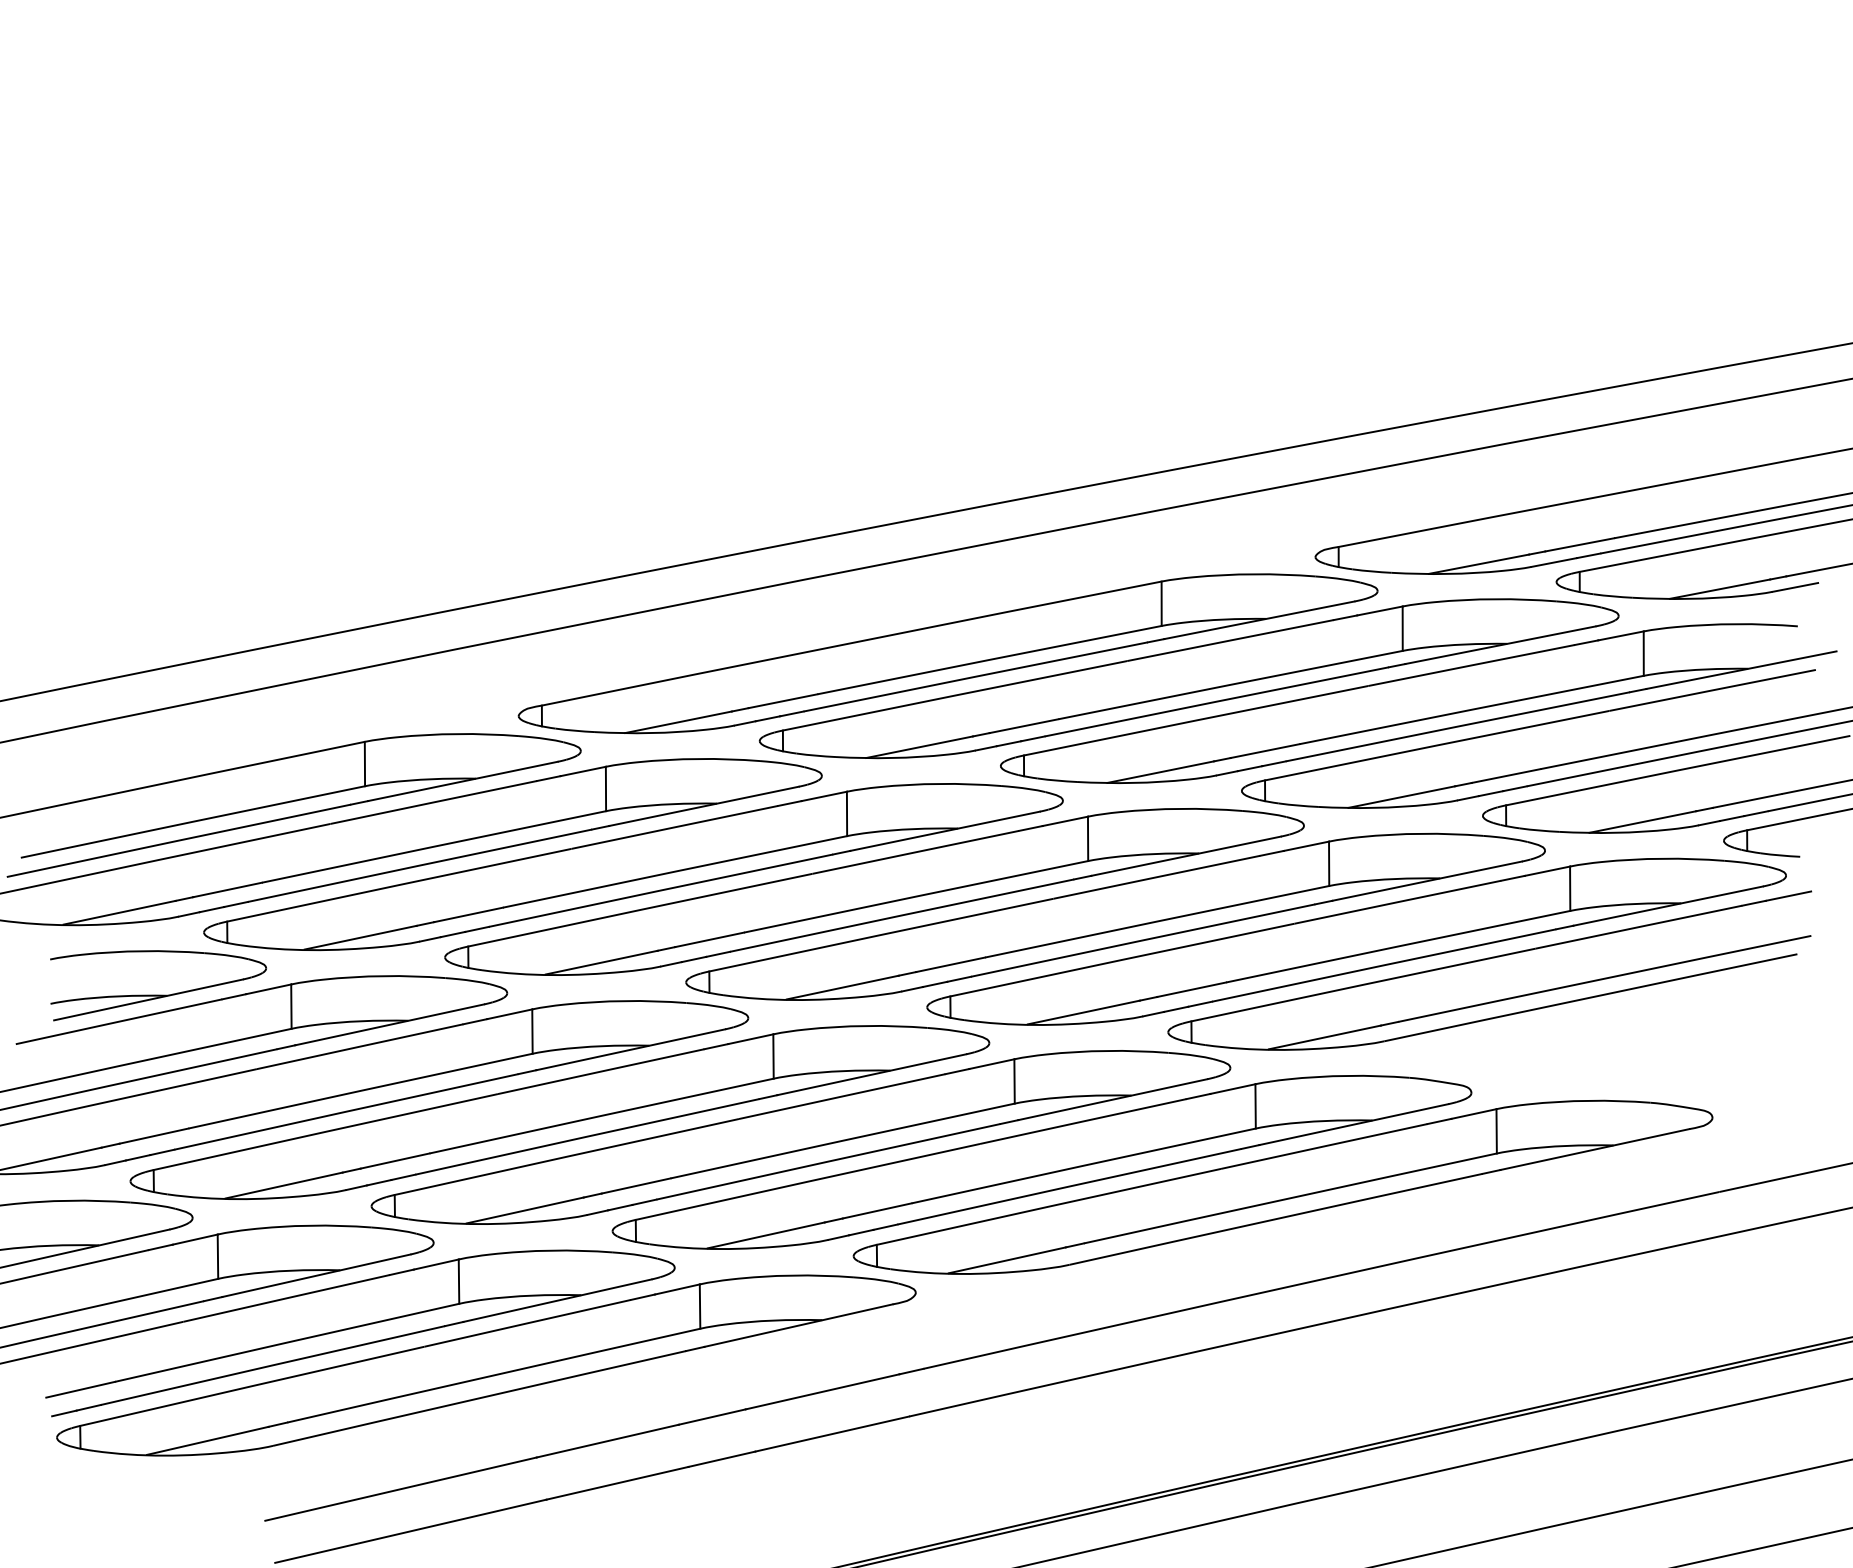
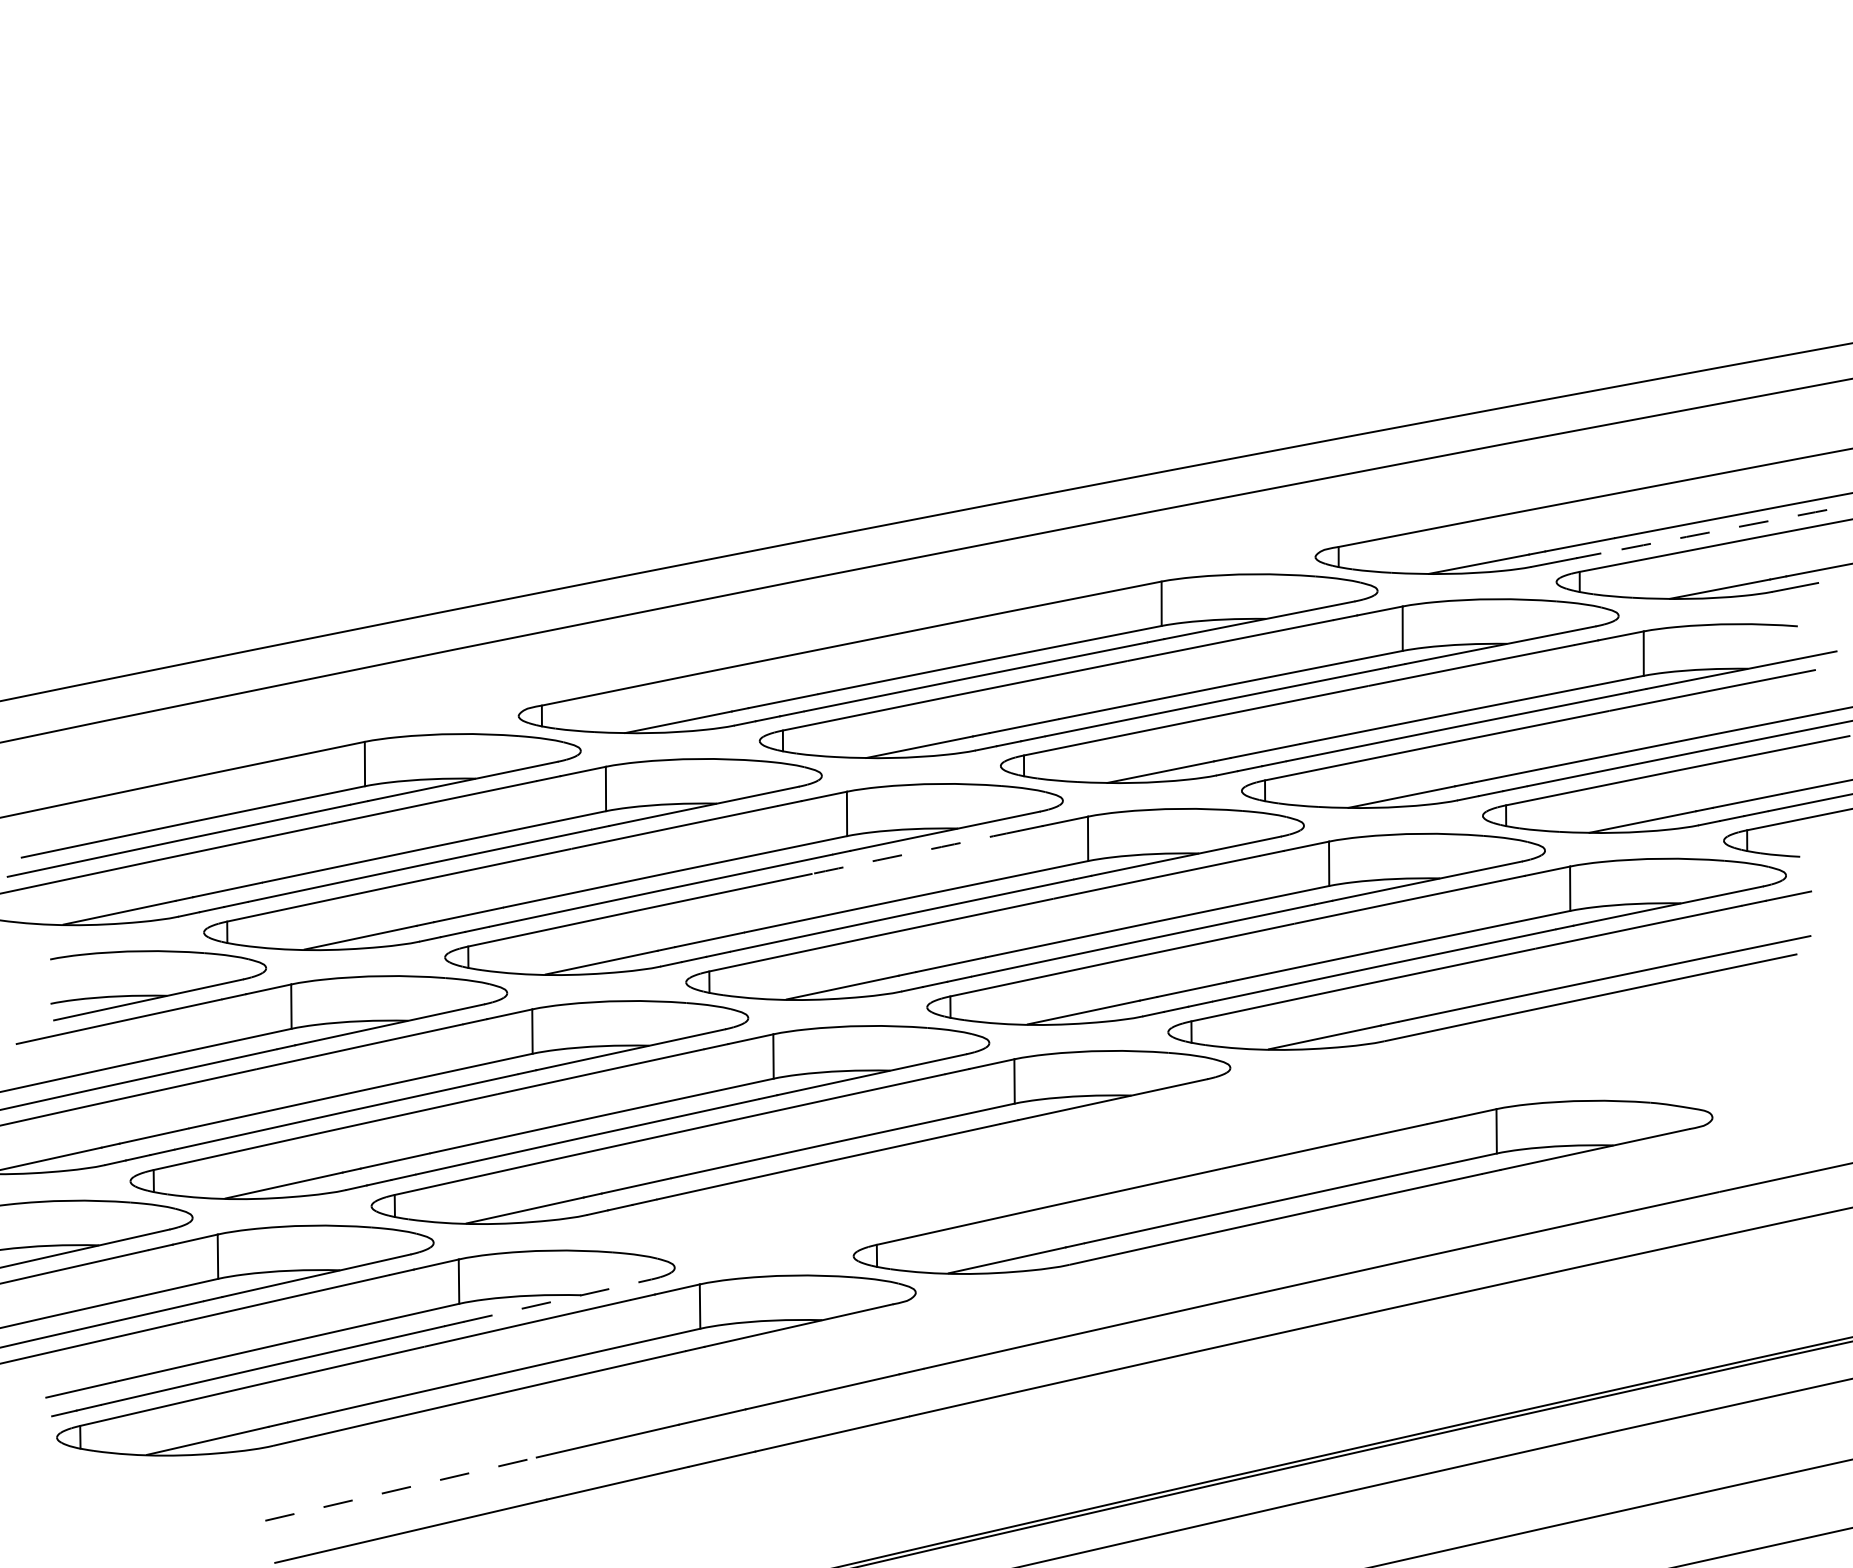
arc at (1726, 529): solid -> dashed
arc at (915, 852): solid -> dashed
part at (1041, 1161): present -> none
line at (557, 1300): solid -> dashed
line at (401, 1489): solid -> dashed
